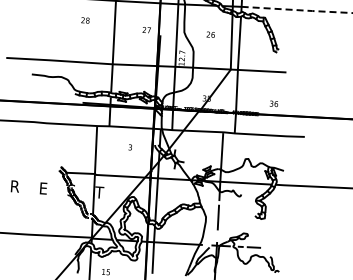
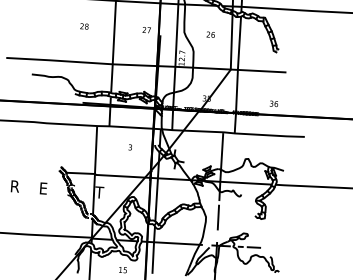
line at (297, 10): dashed -> solid
text at (85, 20) position: (85, 20) -> (84, 26)
text at (105, 272) position: (105, 272) -> (122, 270)
